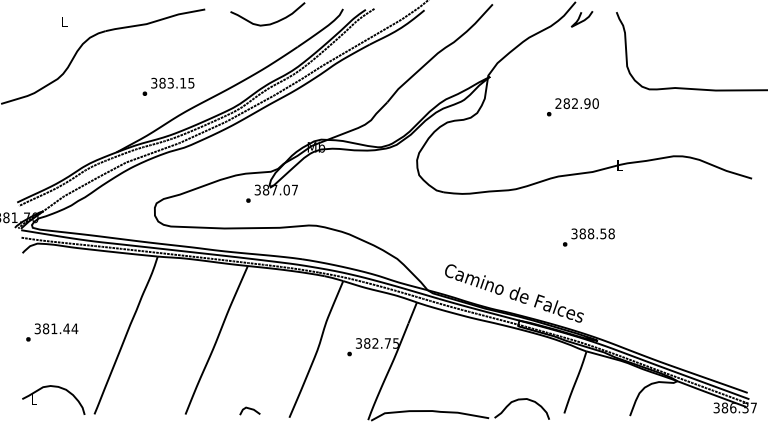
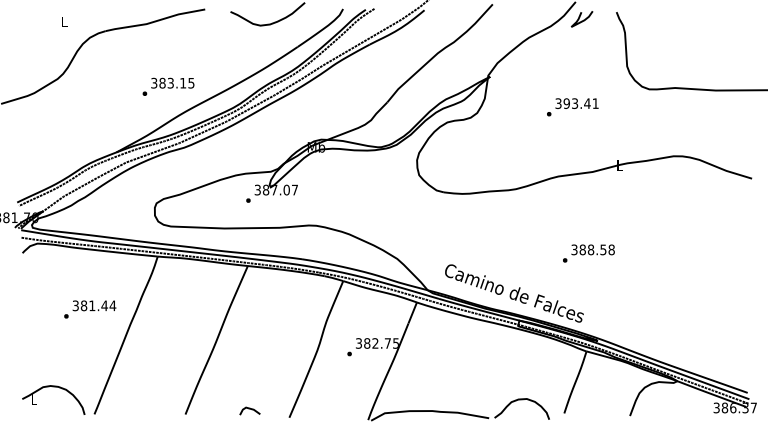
text at (576, 103): 282.90 -> 393.41
text at (588, 237) position: (588, 237) -> (588, 253)
text at (52, 332) position: (52, 332) -> (90, 309)
